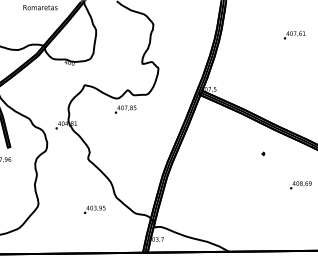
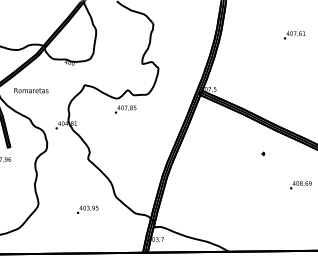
text at (40, 7) position: (40, 7) -> (31, 90)
text at (94, 209) position: (94, 209) -> (87, 209)
